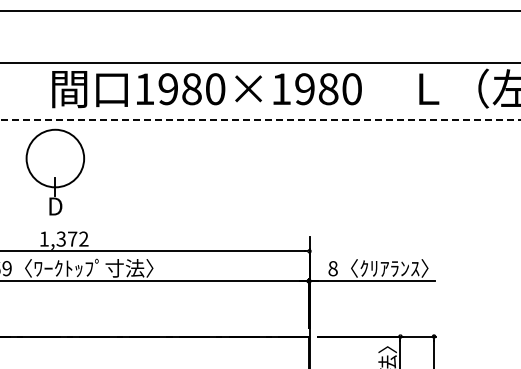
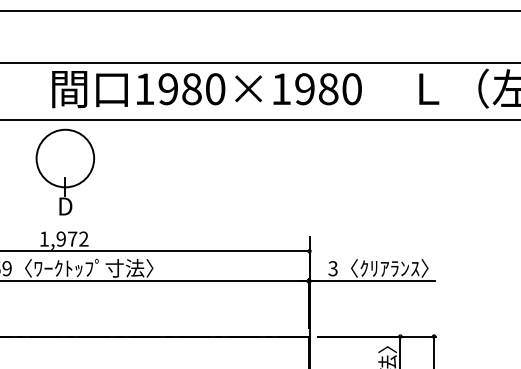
line at (260, 119): dashed -> solid
part at (54, 171) position: (54, 171) -> (64, 171)
text at (60, 238): 1,372 -> 1,972
text at (332, 268): 8 -> 3
